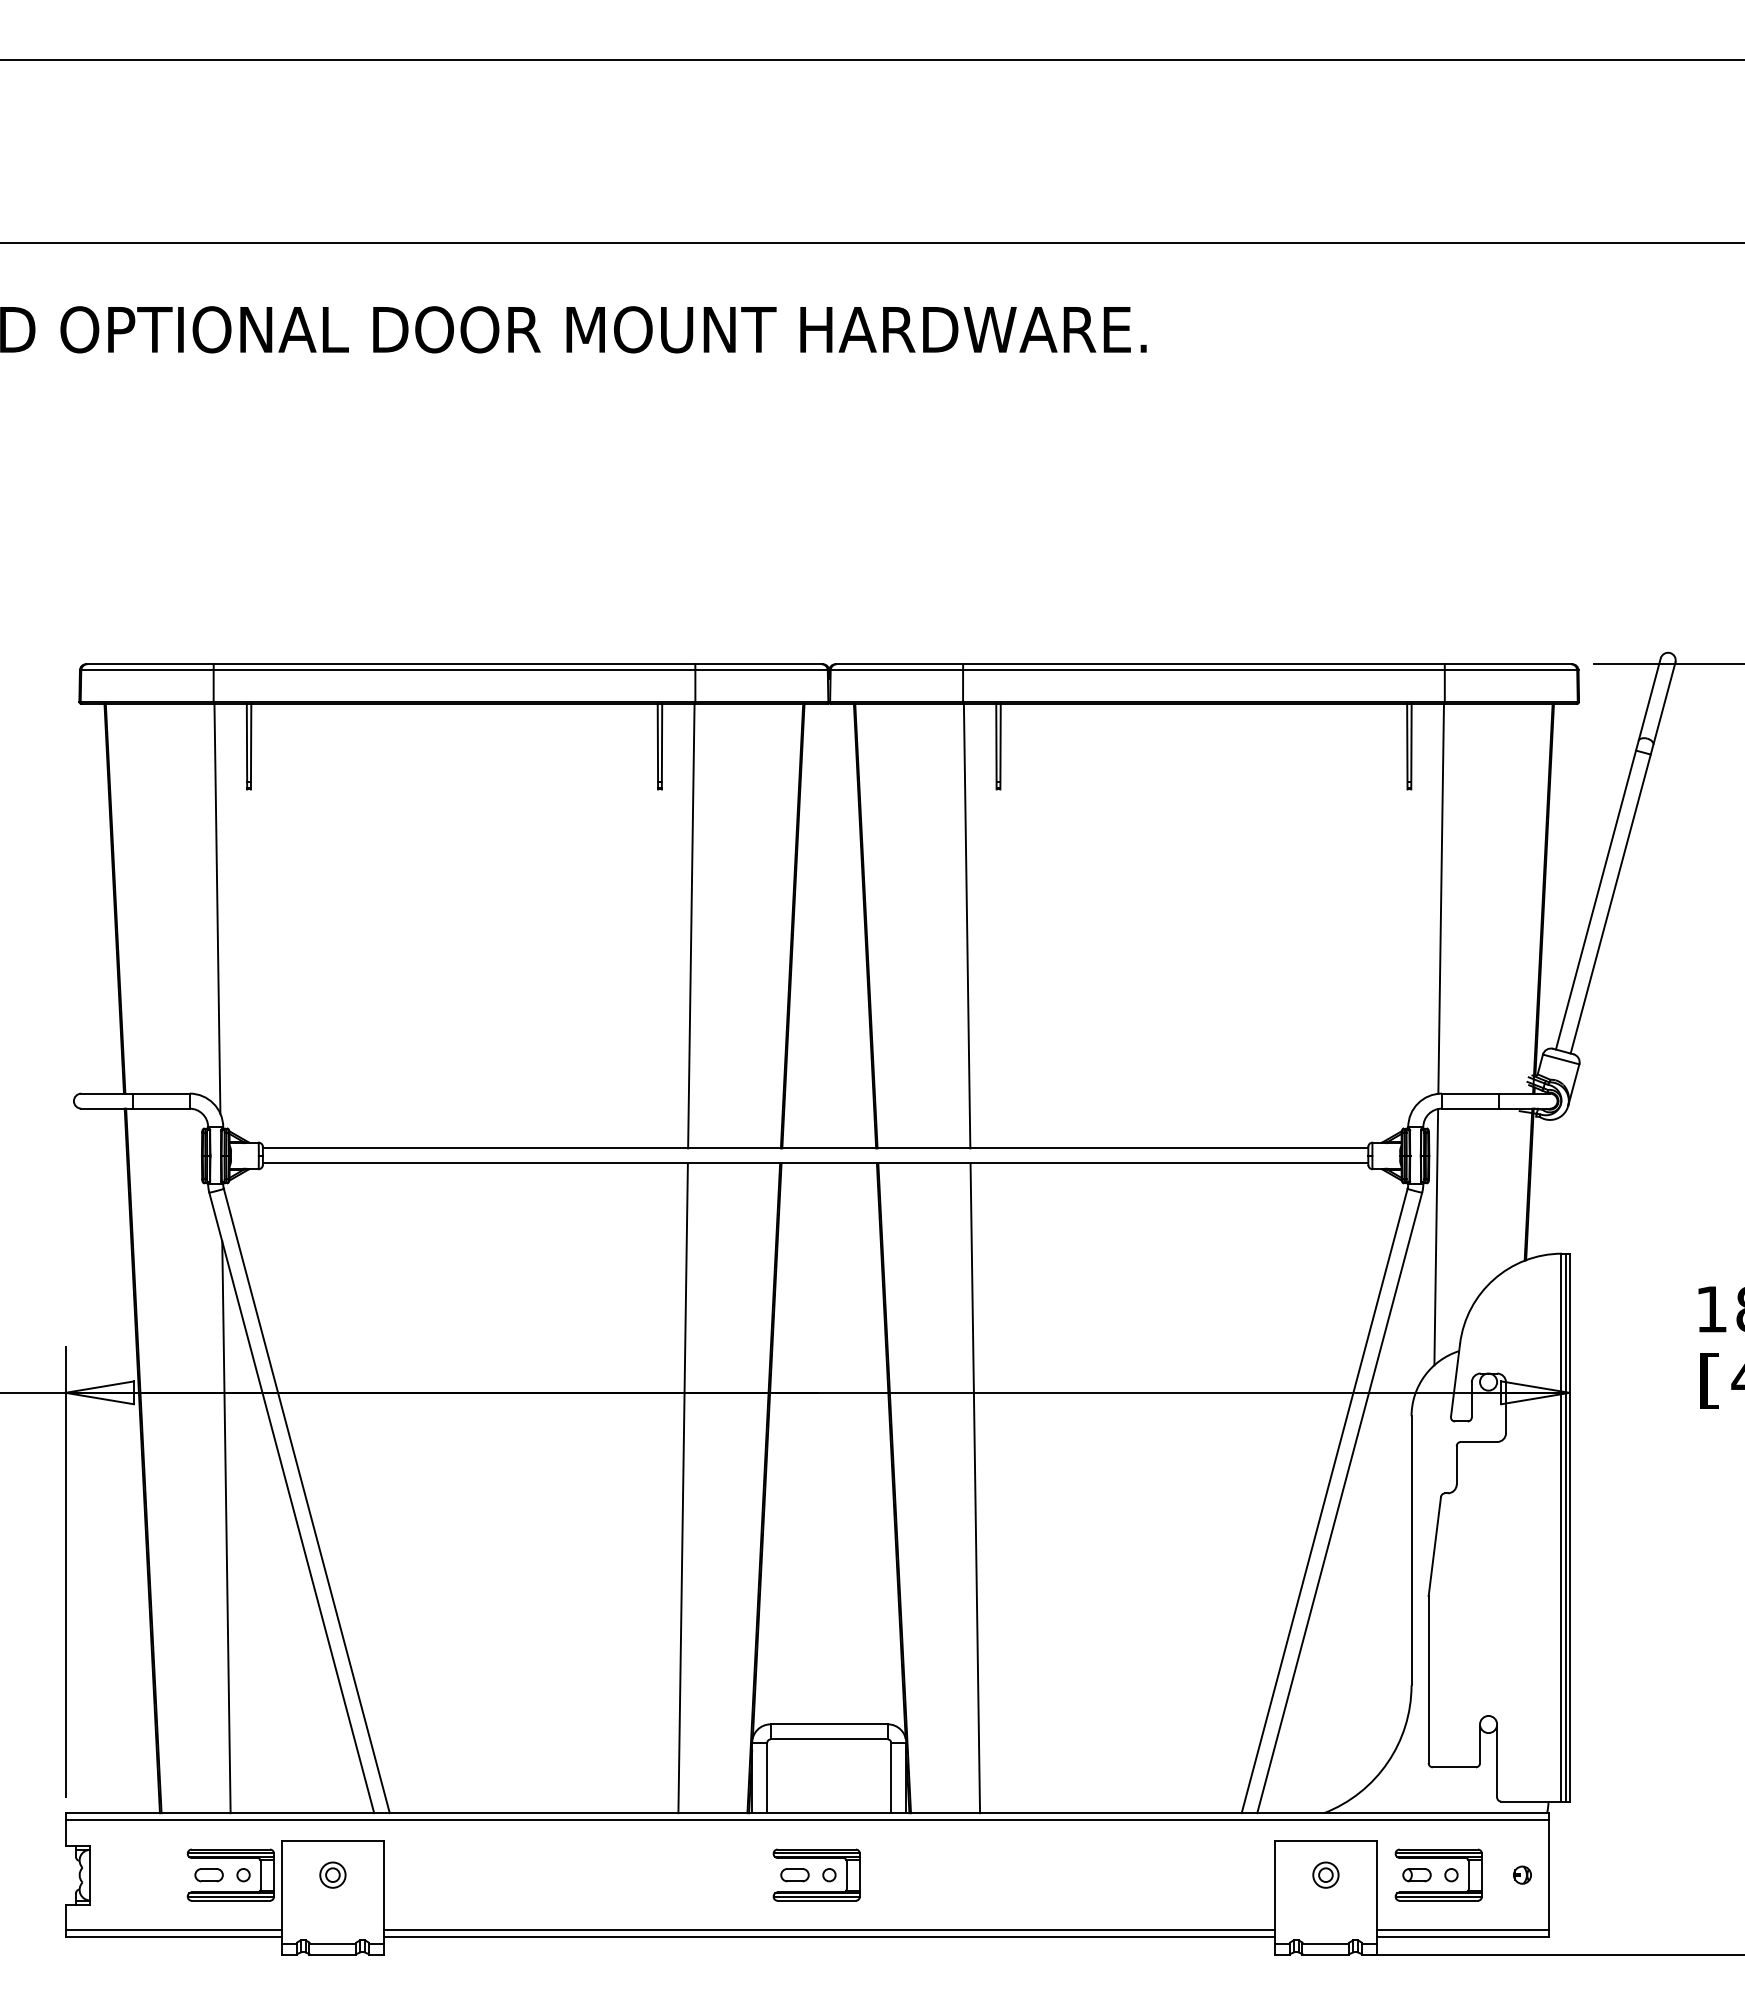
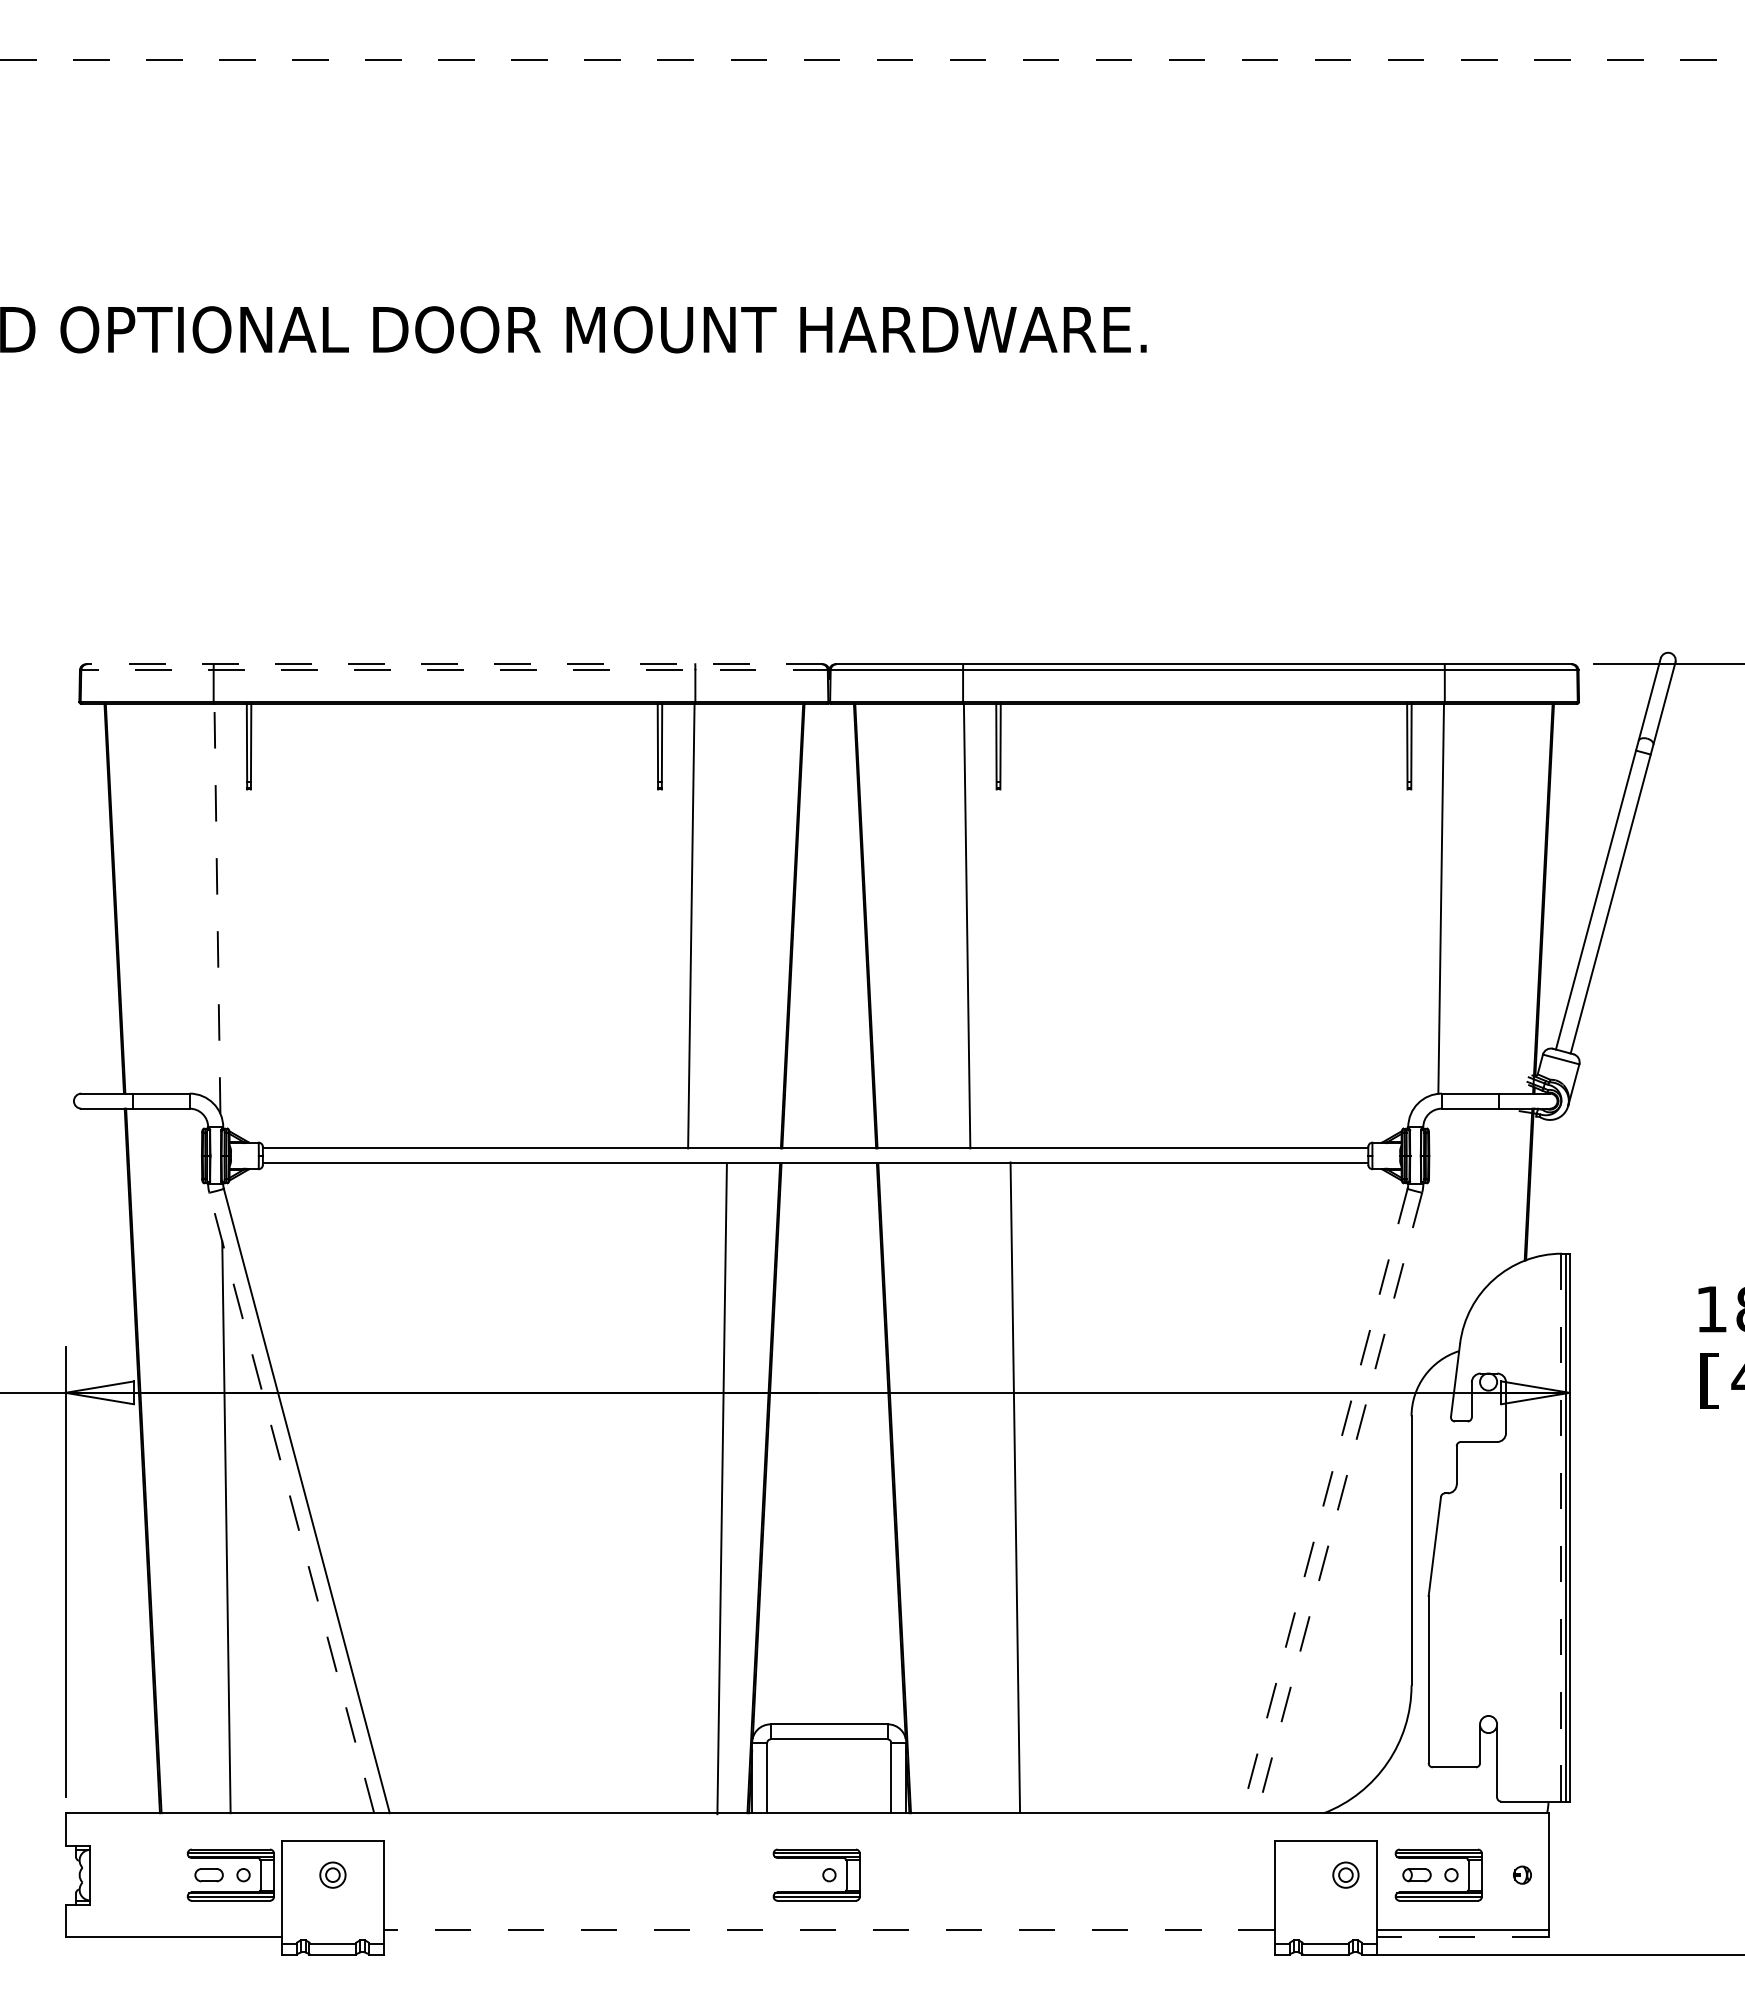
line at (873, 60): solid -> dashed
line at (871, 243): present -> none
line at (454, 664): solid -> dashed
line at (454, 670): solid -> dashed
line at (217, 908): solid -> dashed
line at (1436, 1237): present -> none
line at (682, 1488) position: (682, 1488) -> (721, 1489)
line at (975, 1488) position: (975, 1488) -> (1015, 1487)
line at (1324, 1501): solid -> dashed
line at (291, 1502): solid -> dashed
line at (1339, 1503): solid -> dashed
line at (1560, 1527): solid -> dashed
line at (806, 1820): present -> none
part at (1325, 1874) position: (1325, 1874) -> (1345, 1874)
part at (794, 1875): present -> none
line at (173, 1930): present -> none
line at (828, 1930): solid -> dashed
line at (829, 1937): present -> none
line at (1462, 1937): solid -> dashed
